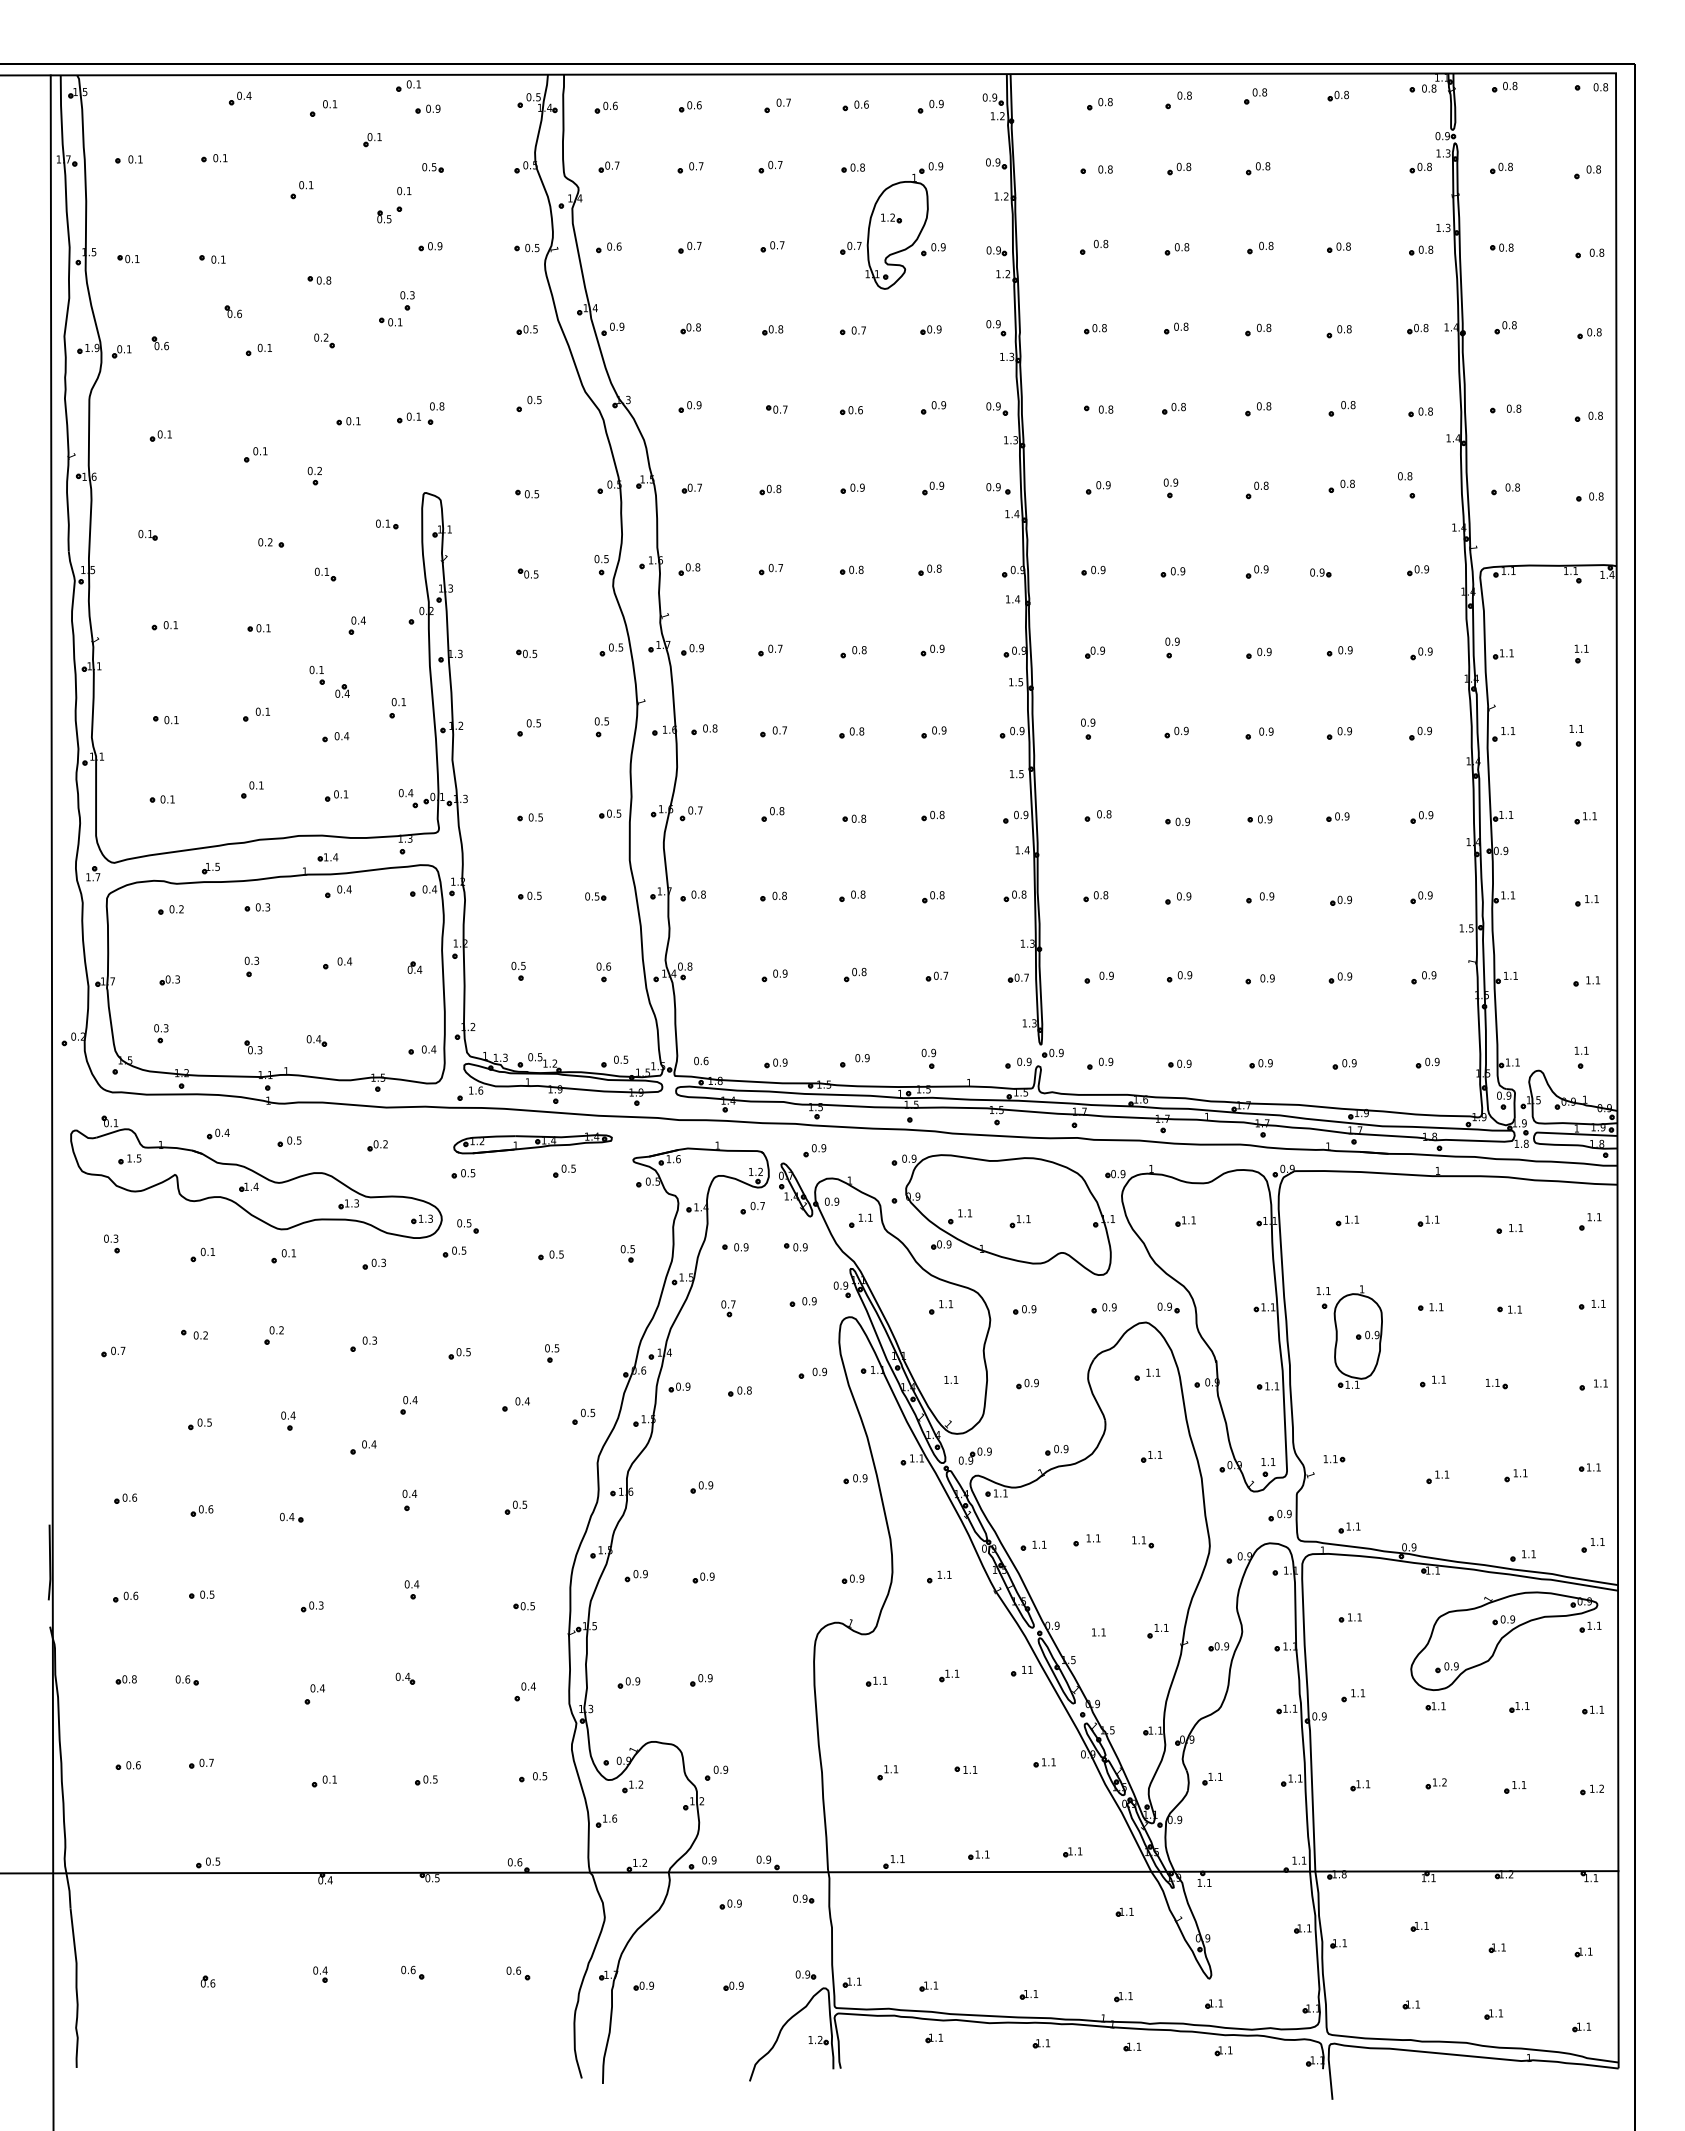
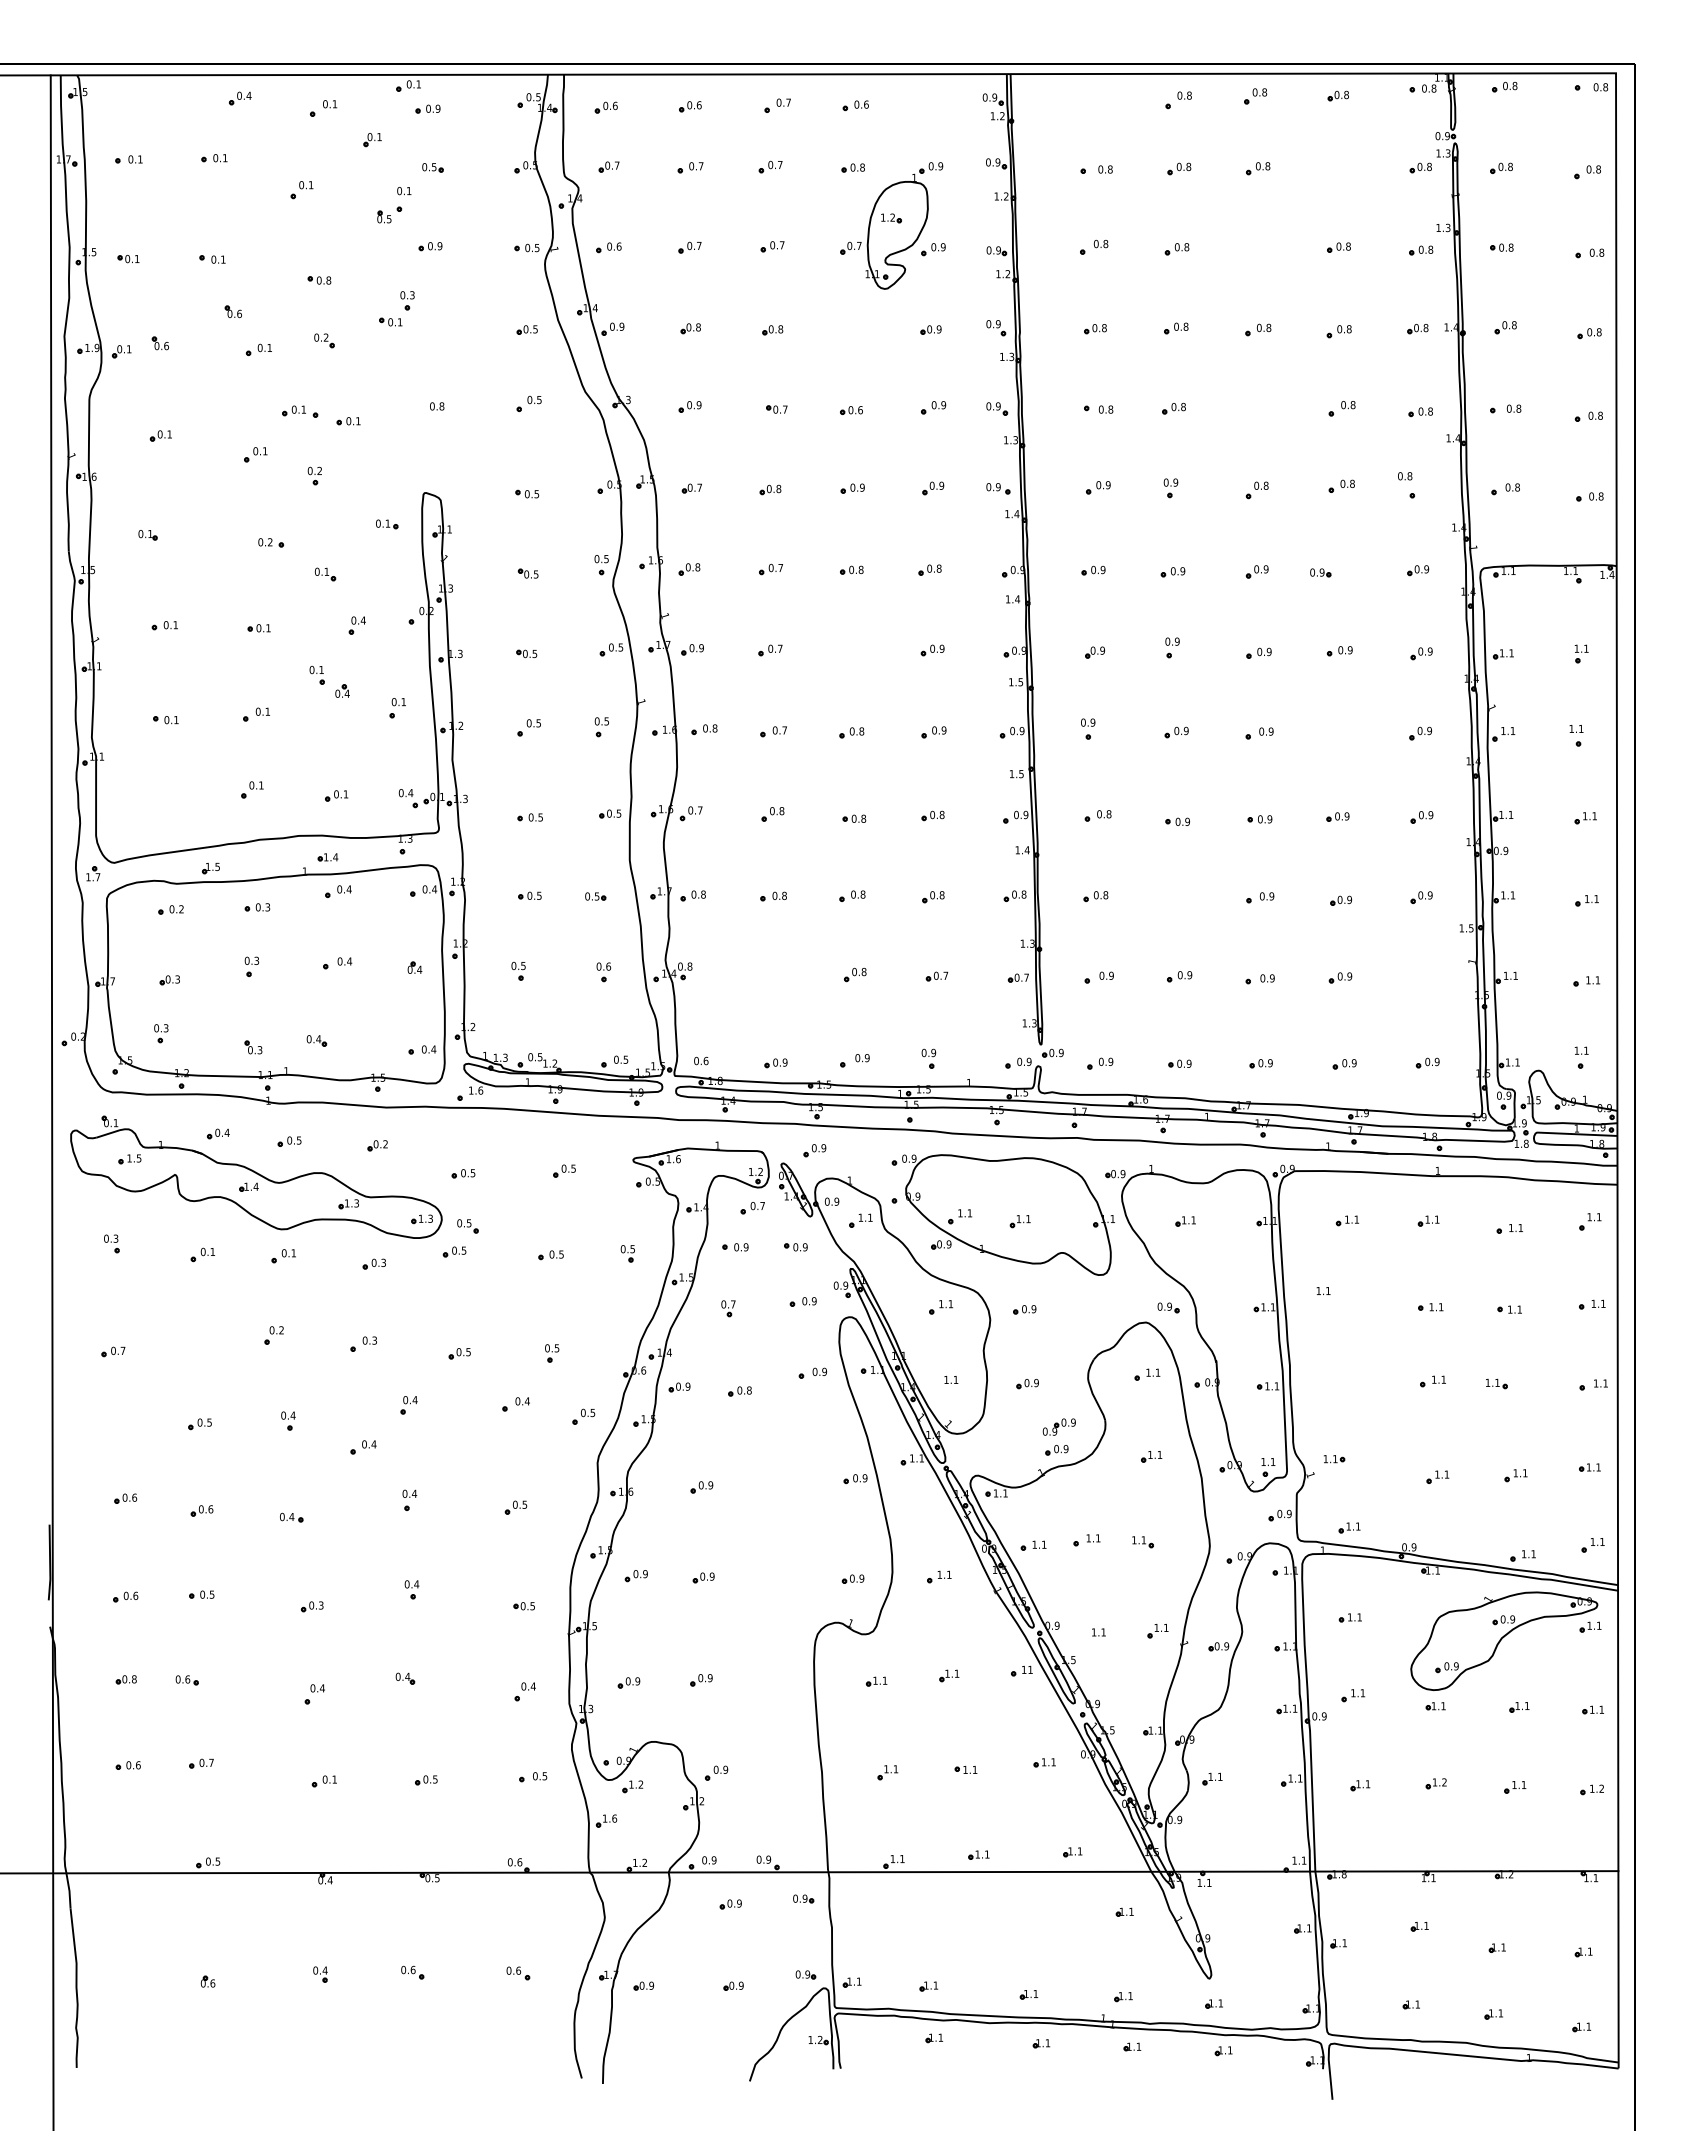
part at (1099, 104): present -> none
part at (930, 106): present -> none
part at (1260, 247): present -> none
part at (852, 330): present -> none
part at (1258, 409): present -> none
part at (415, 418) position: (415, 418) -> (300, 411)
part at (853, 652): present -> none
part at (1339, 733): present -> none
part at (335, 737): present -> none
part at (161, 799): present -> none
part at (1178, 898): present -> none
part at (774, 975): present -> none
part at (1423, 977): present -> none
part at (532, 1143): present -> none
part at (1103, 1308): present -> none
part at (194, 1334): present -> none
part at (1351, 1336): present -> none
part at (974, 1455) position: (974, 1455) -> (1058, 1426)
